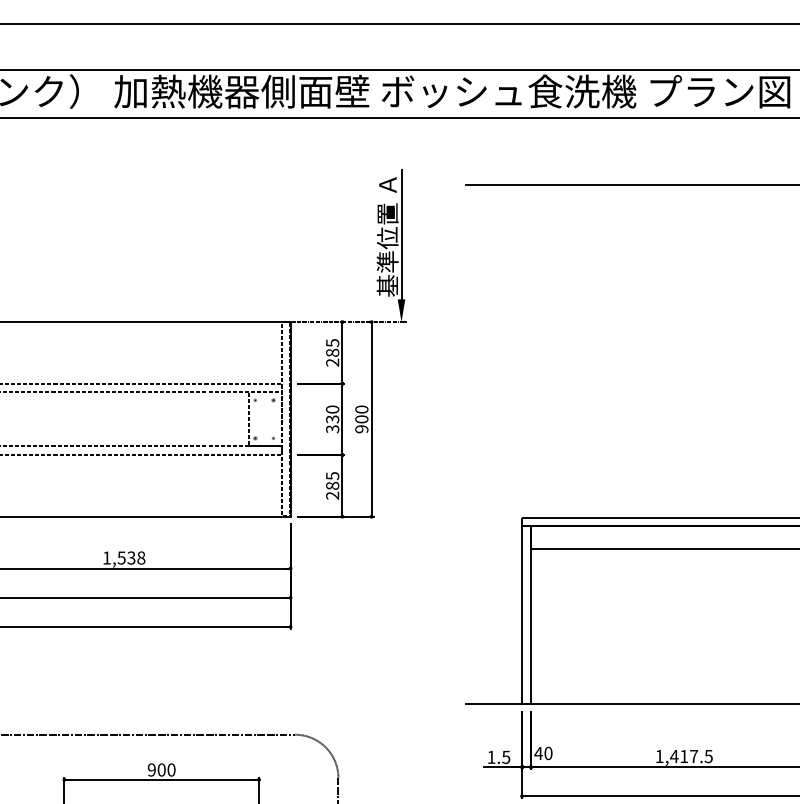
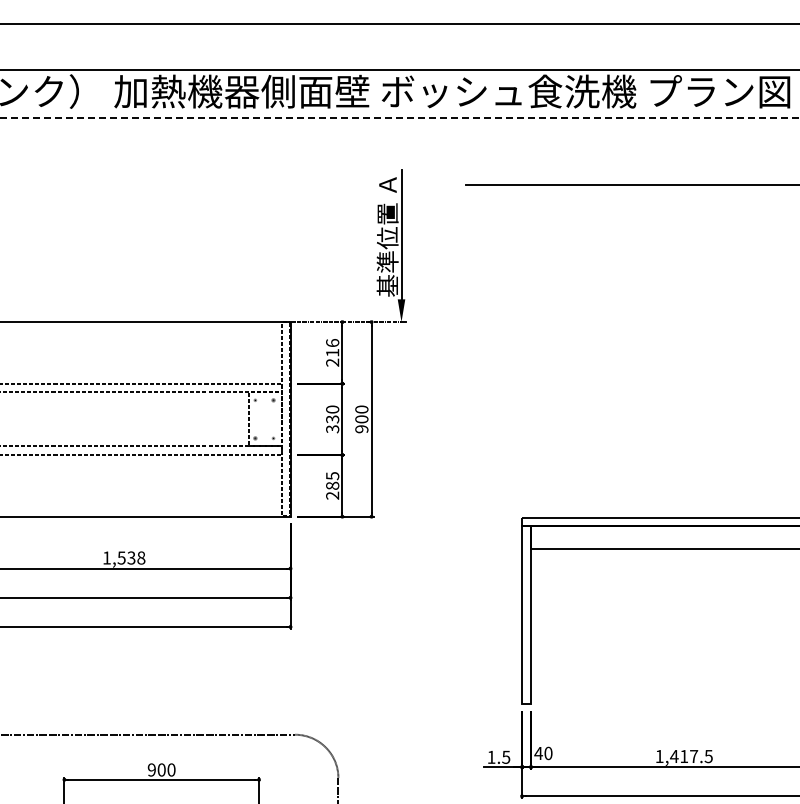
line at (400, 118): solid -> dashed
text at (332, 347): 285 -> 216
line at (631, 703): present -> none
